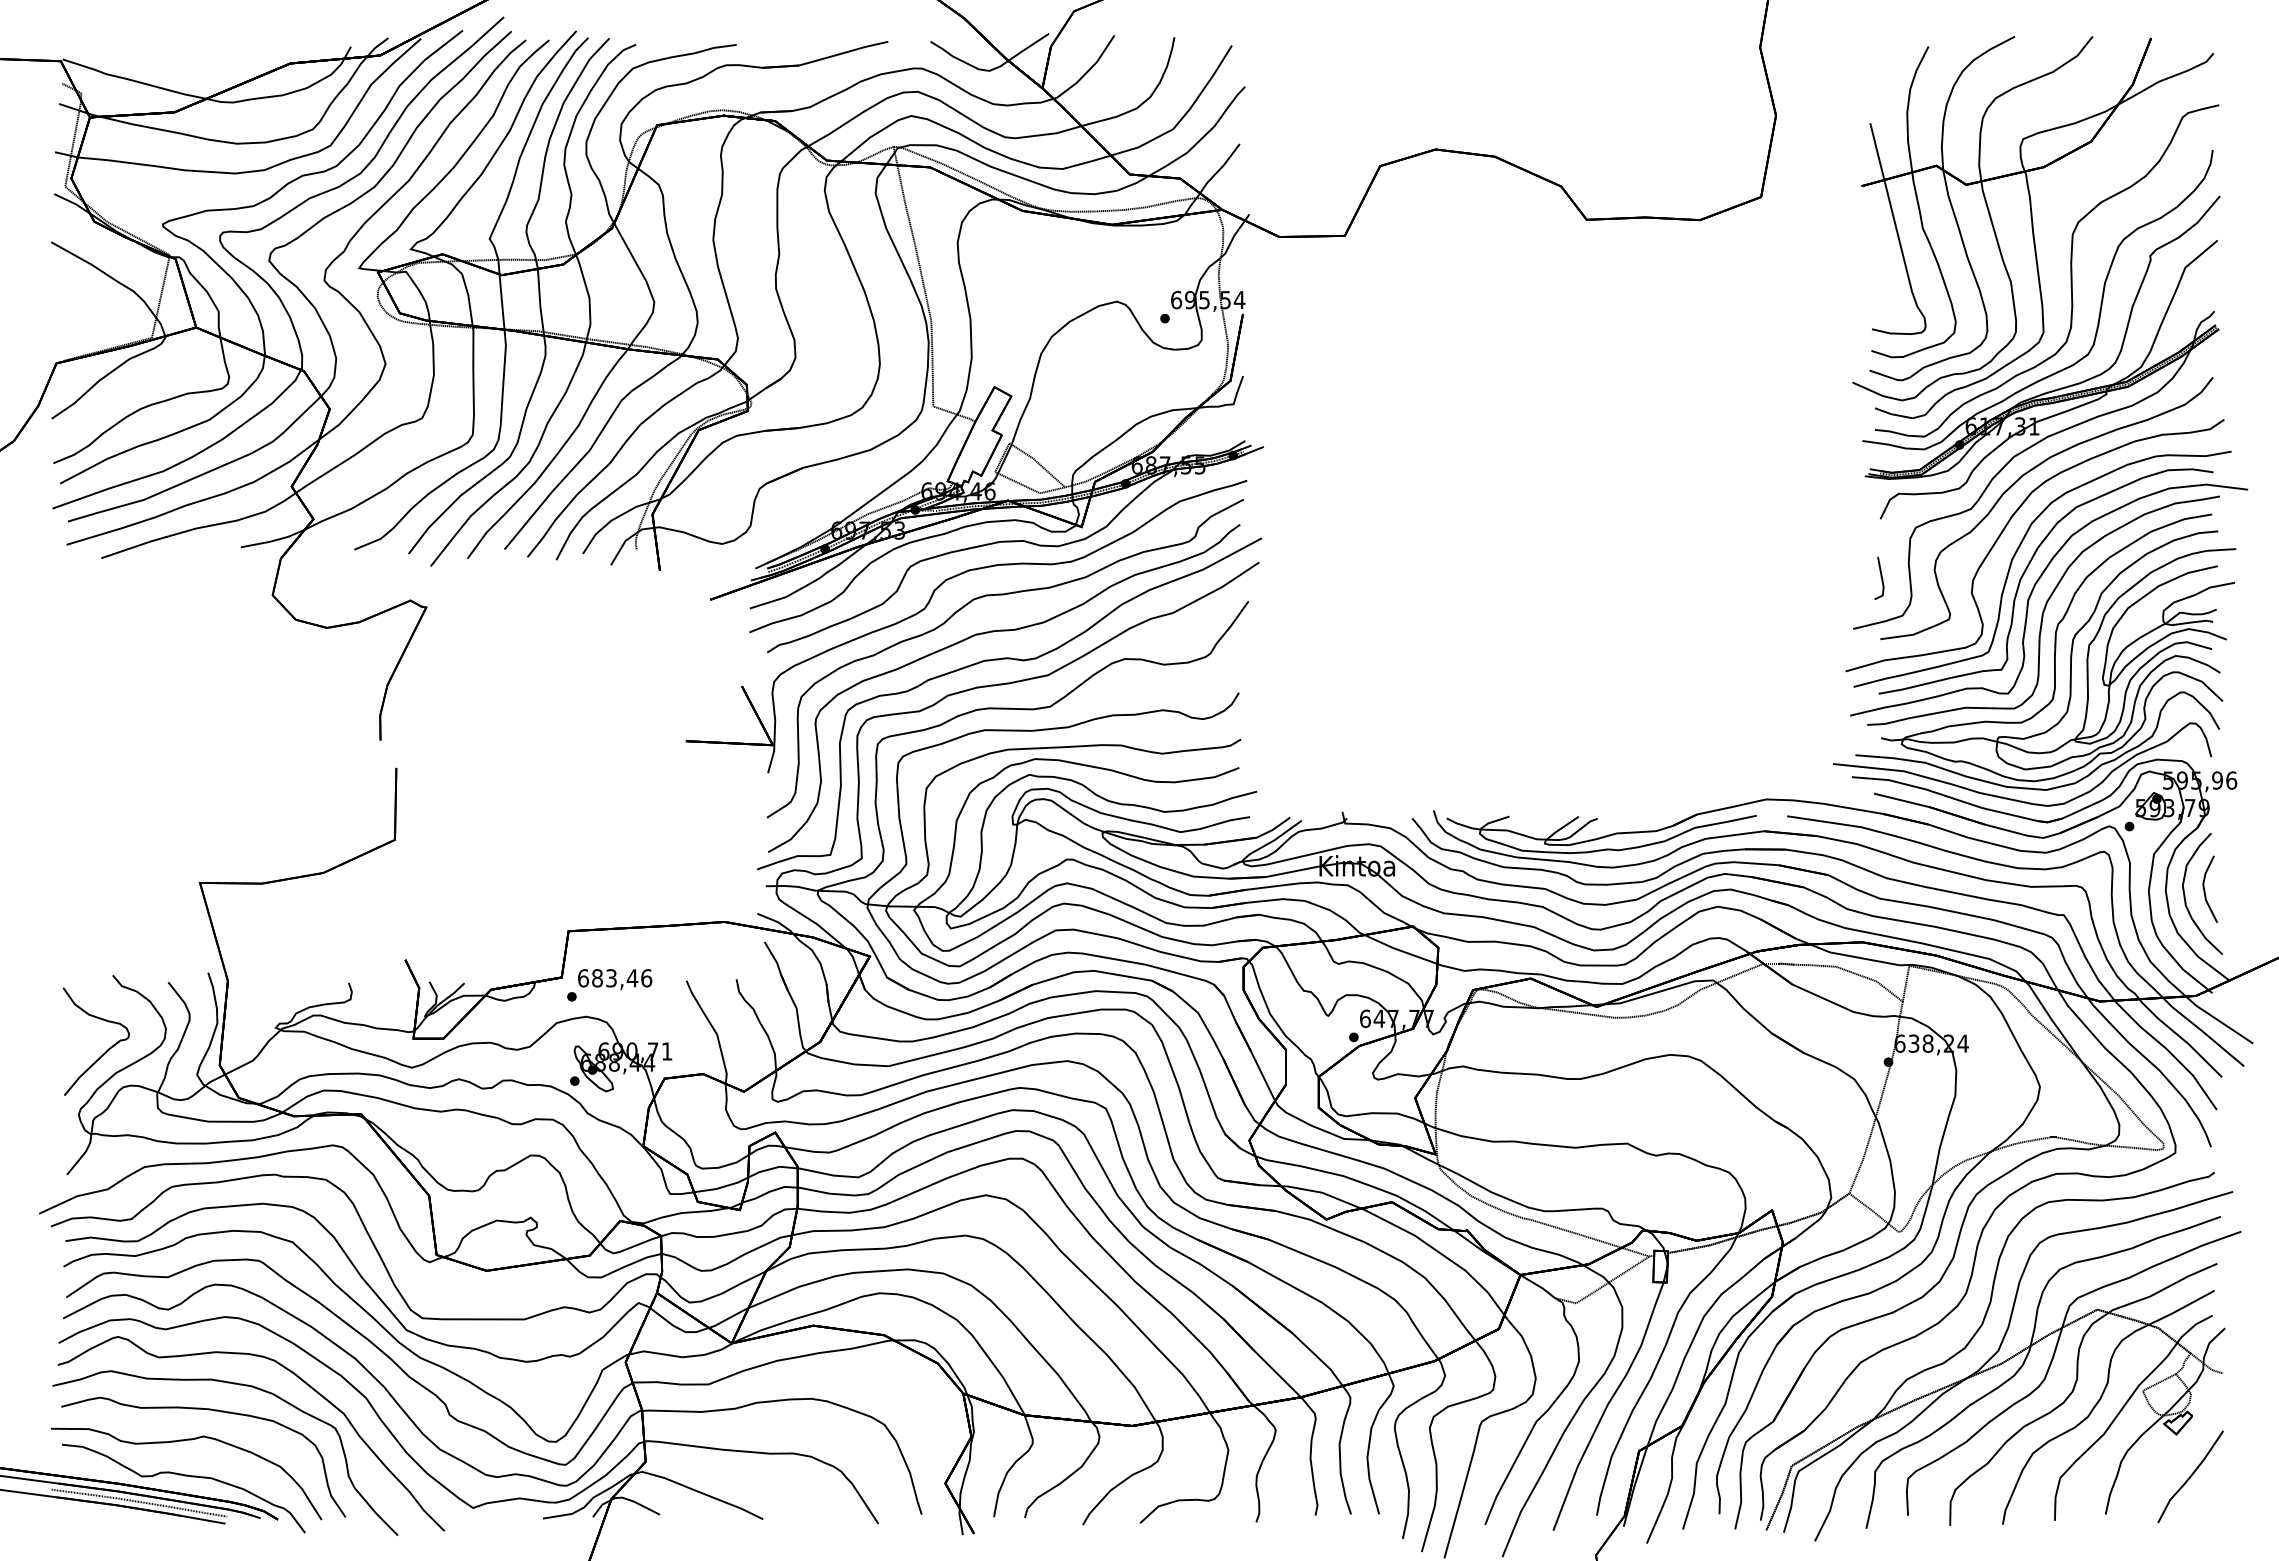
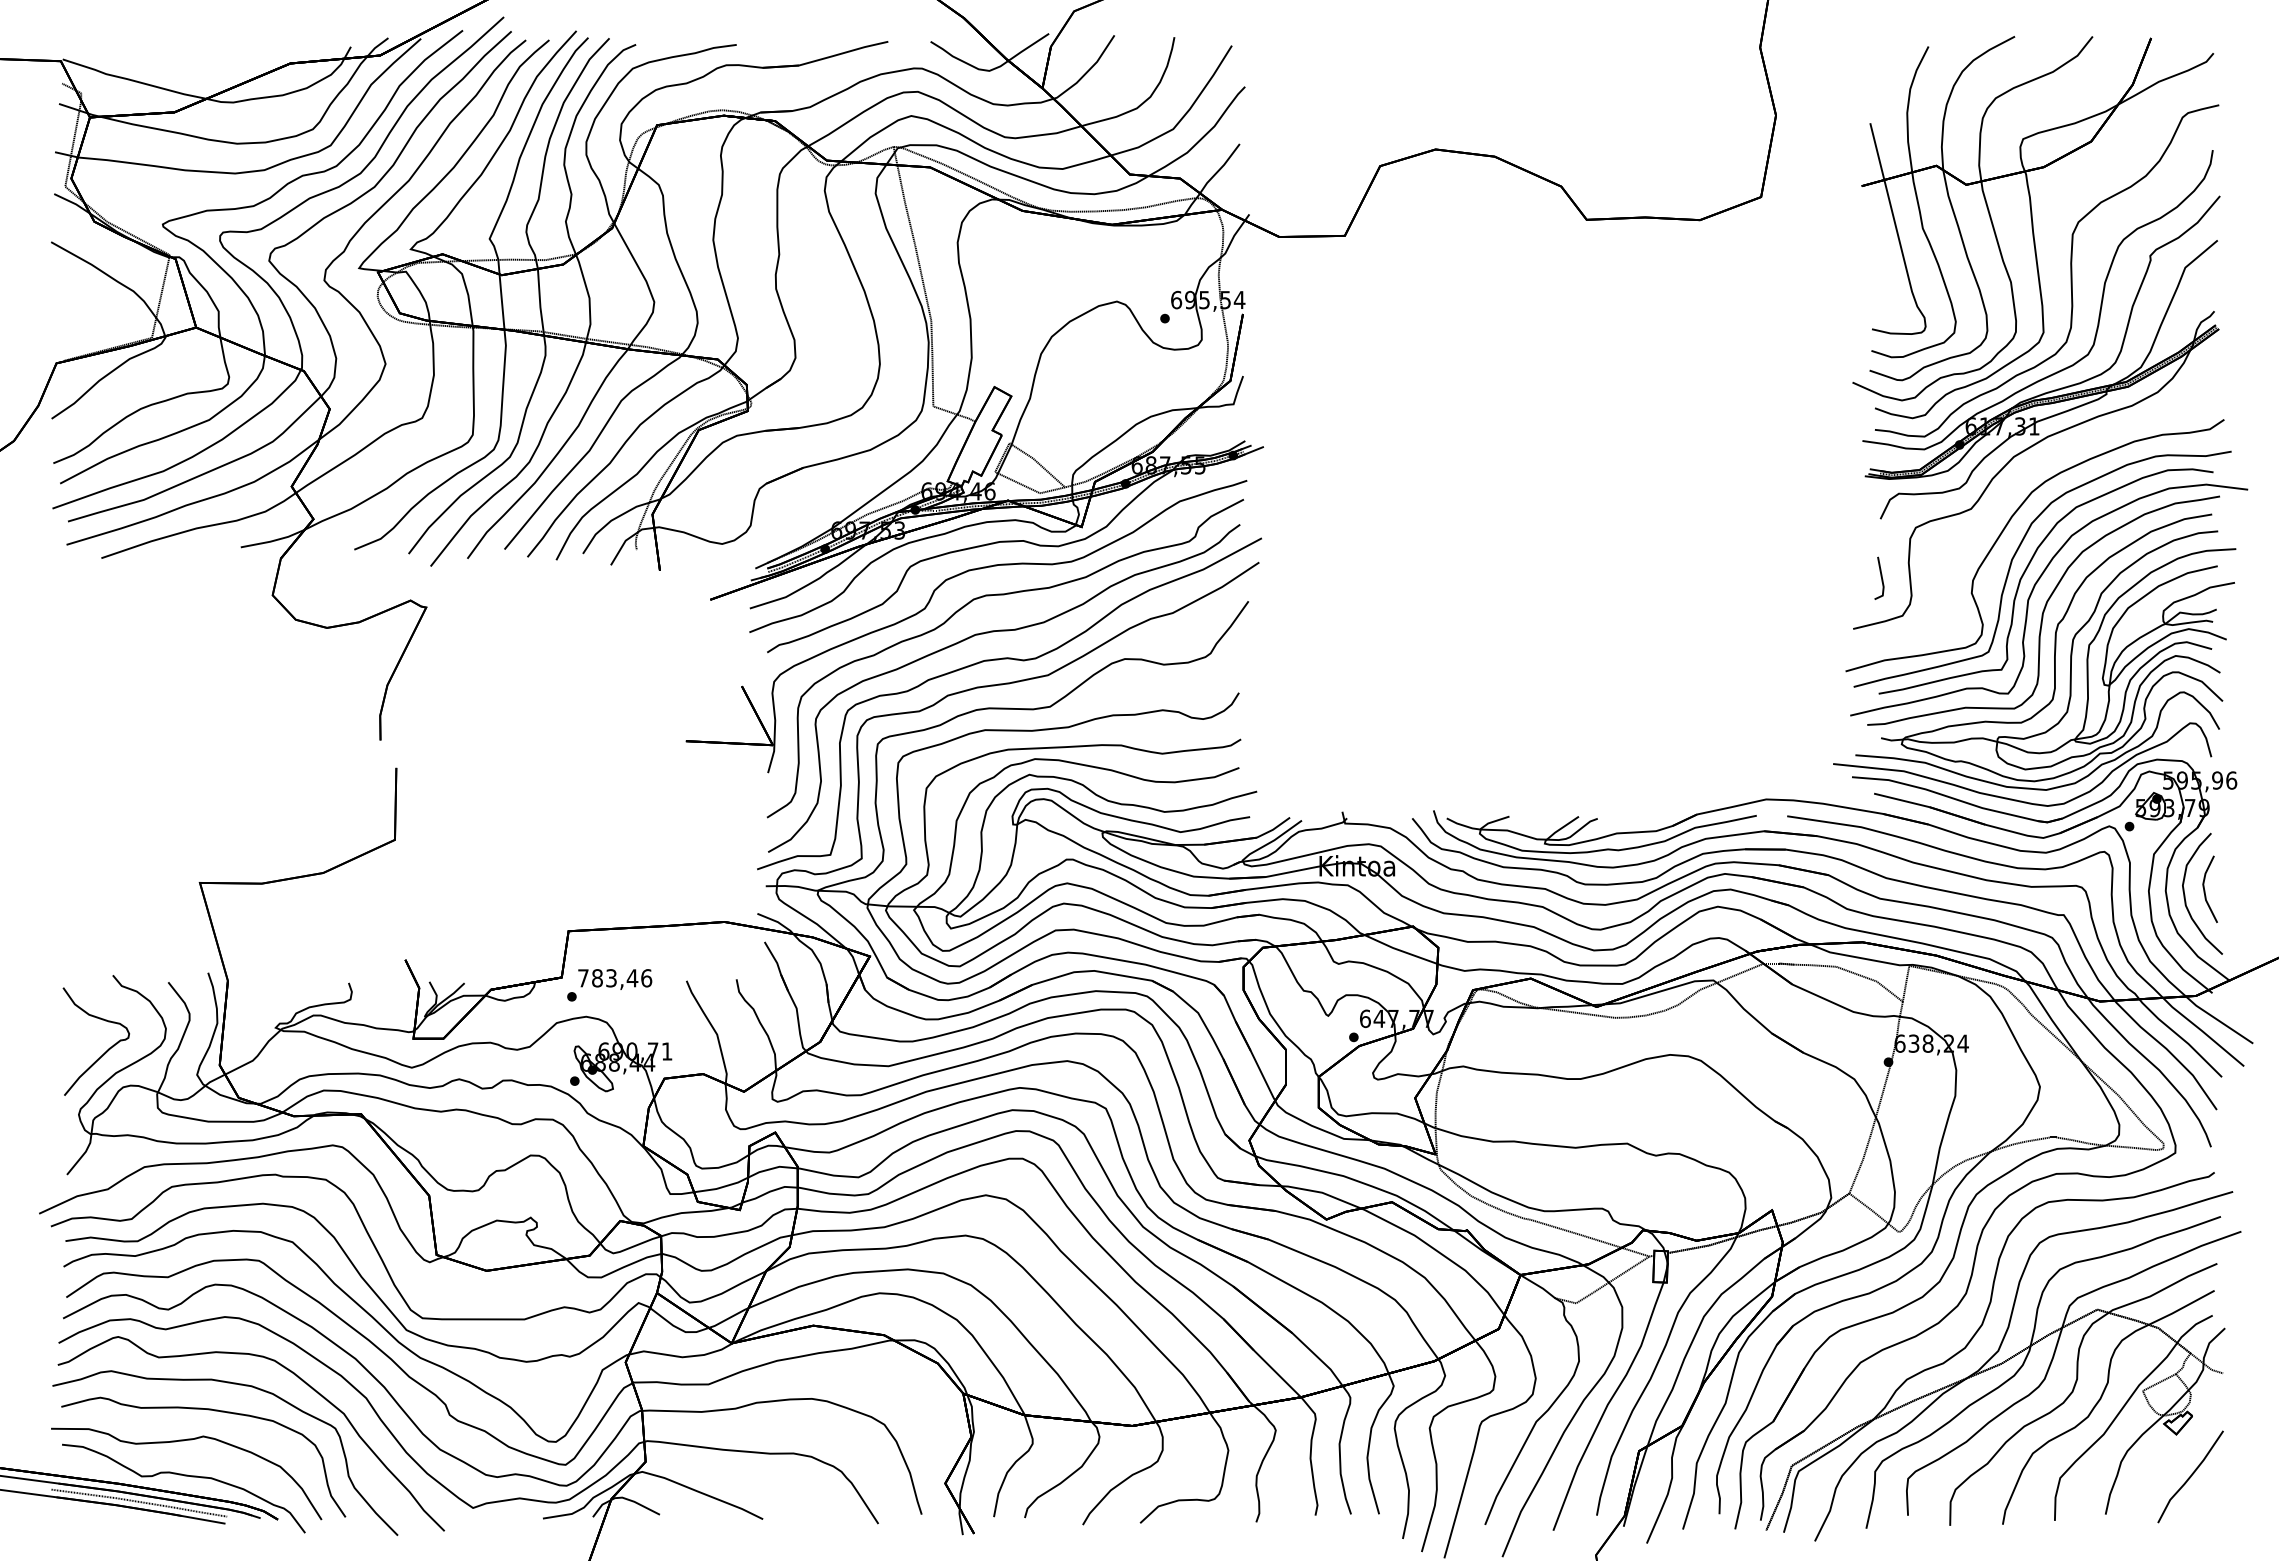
curve at (2020, 479): present -> none
text at (583, 978): 683,46 -> 783,46
